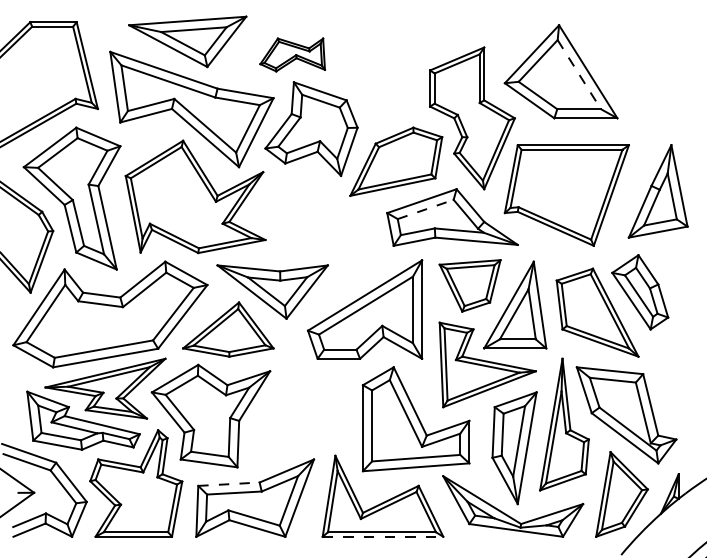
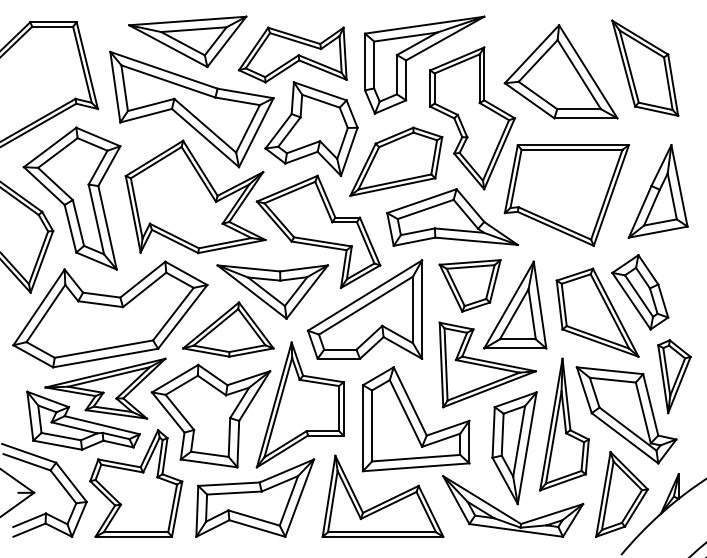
part at (292, 54) size: 68x36 px -> 111x58 px
part at (417, 55): none -> present
part at (645, 67): none -> present
line at (579, 74): dashed -> solid
line at (425, 209): dashed -> solid
part at (318, 231): none -> present
part at (674, 376): none -> present
part at (299, 404): none -> present
line at (228, 484): dashed -> solid
line at (383, 536): dashed -> solid
